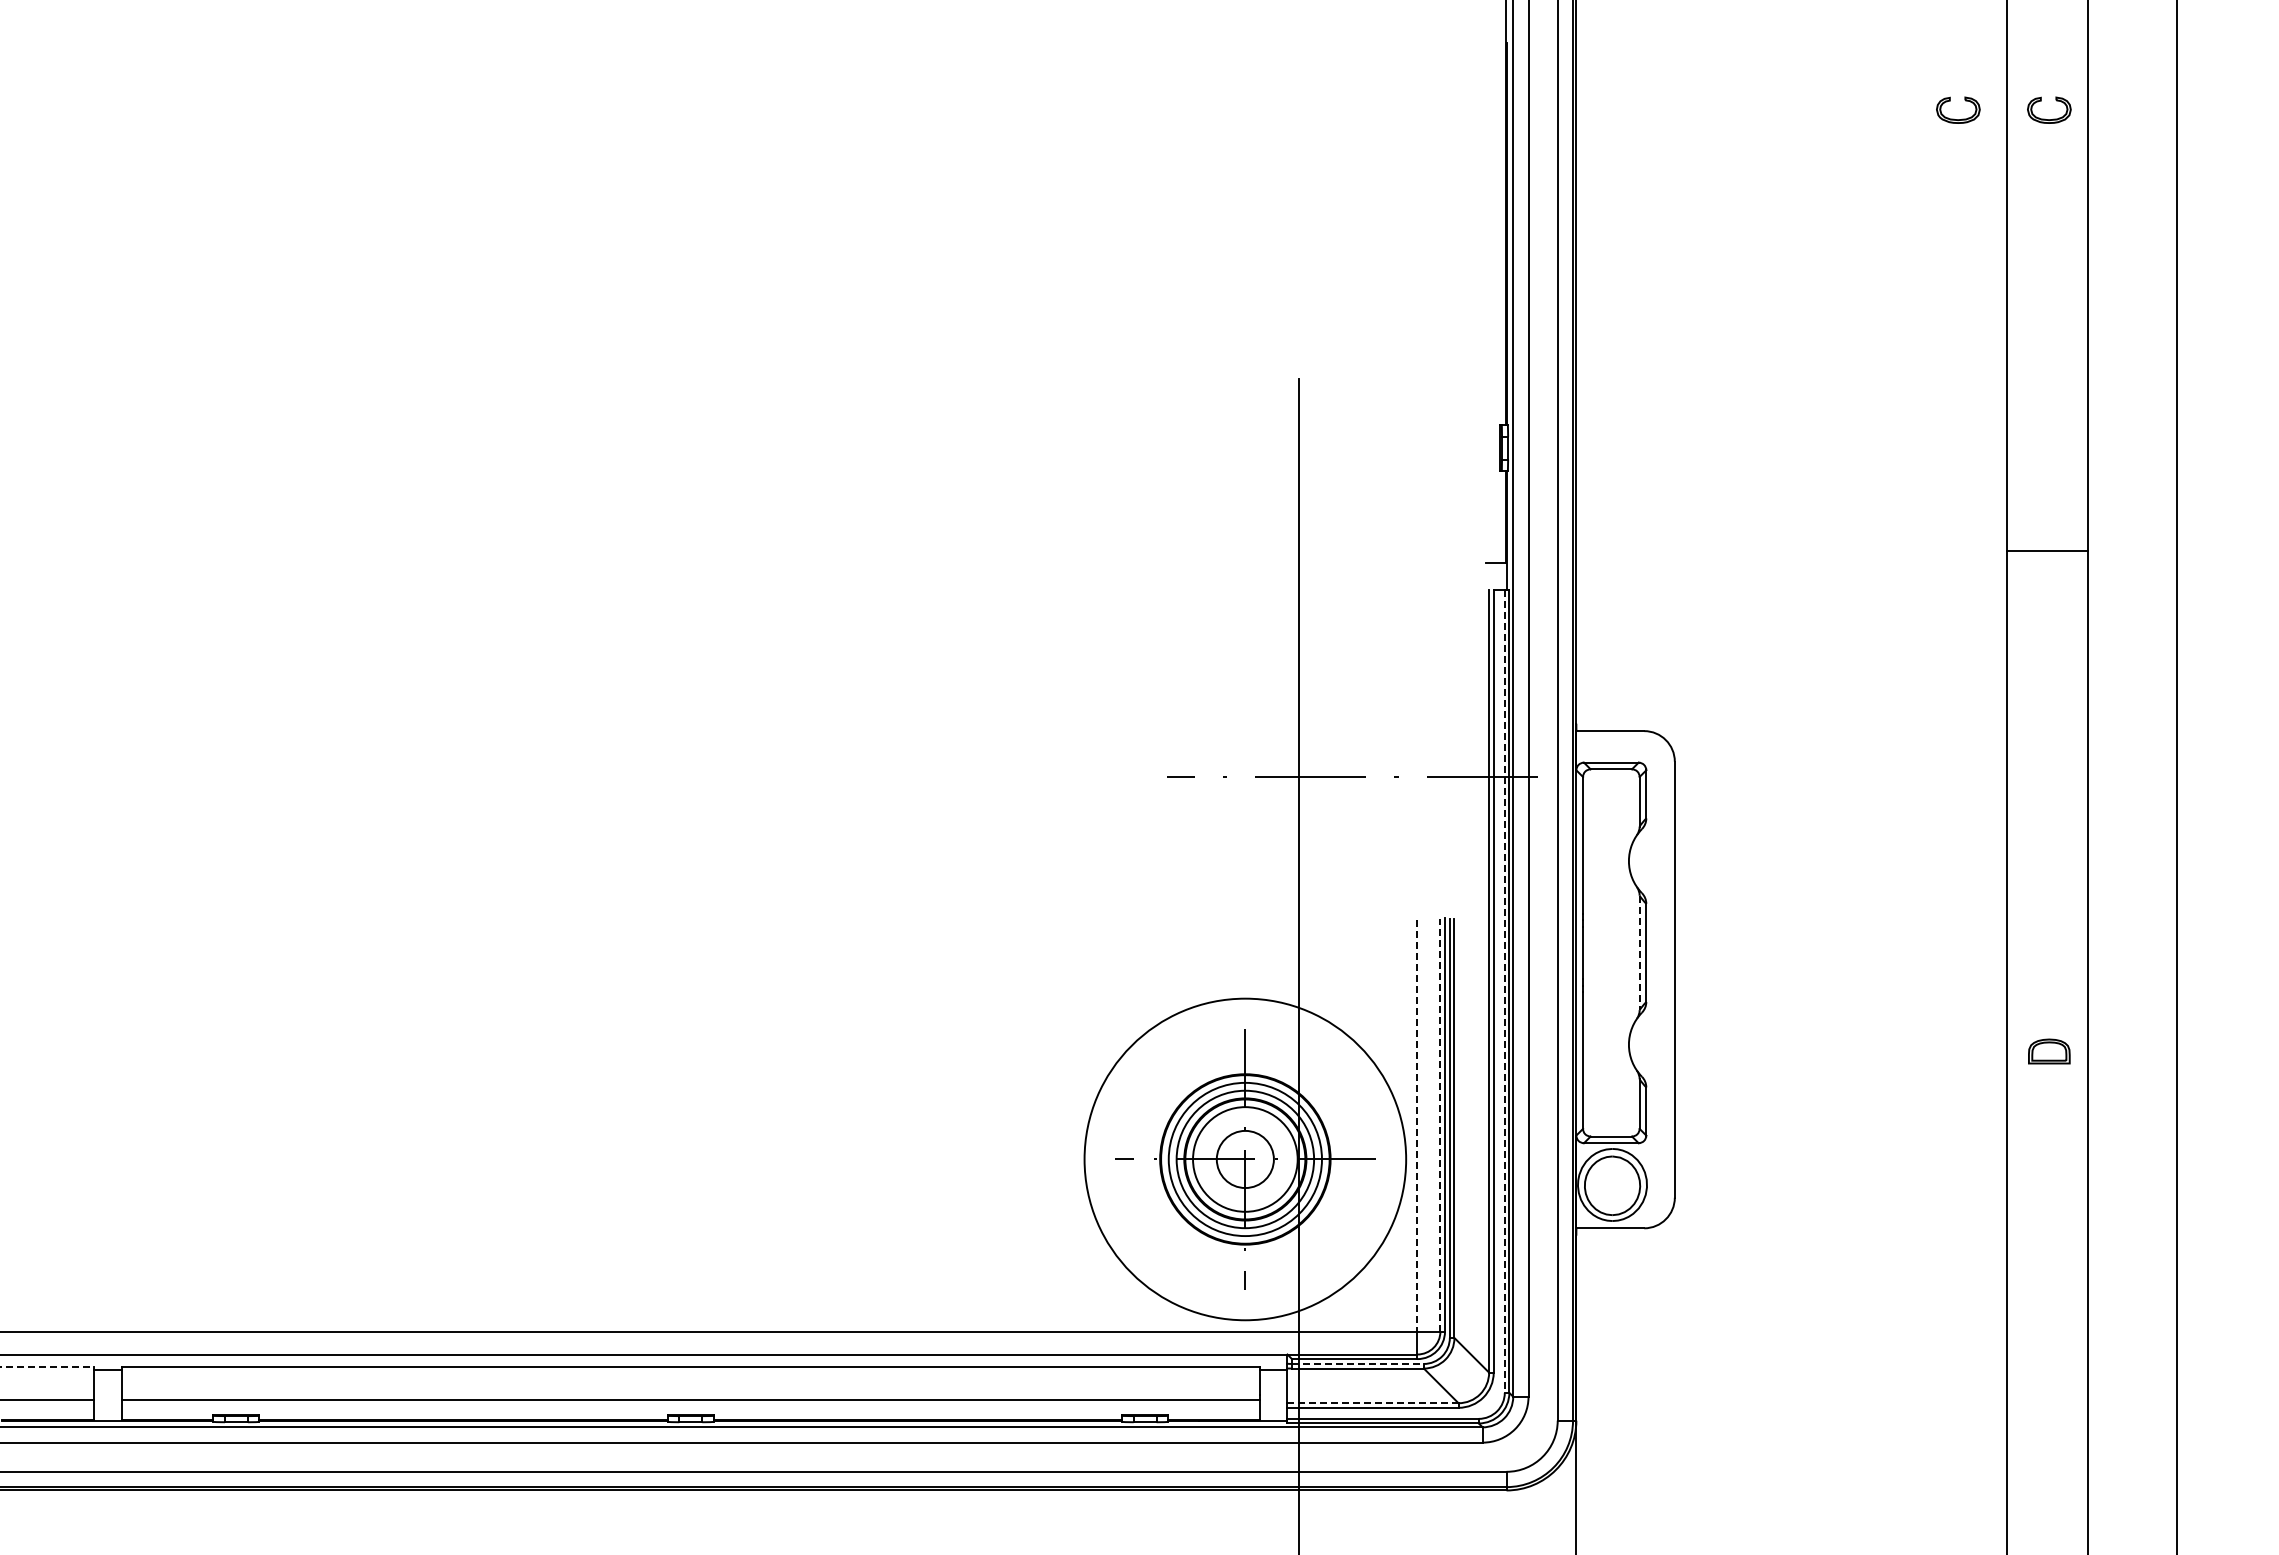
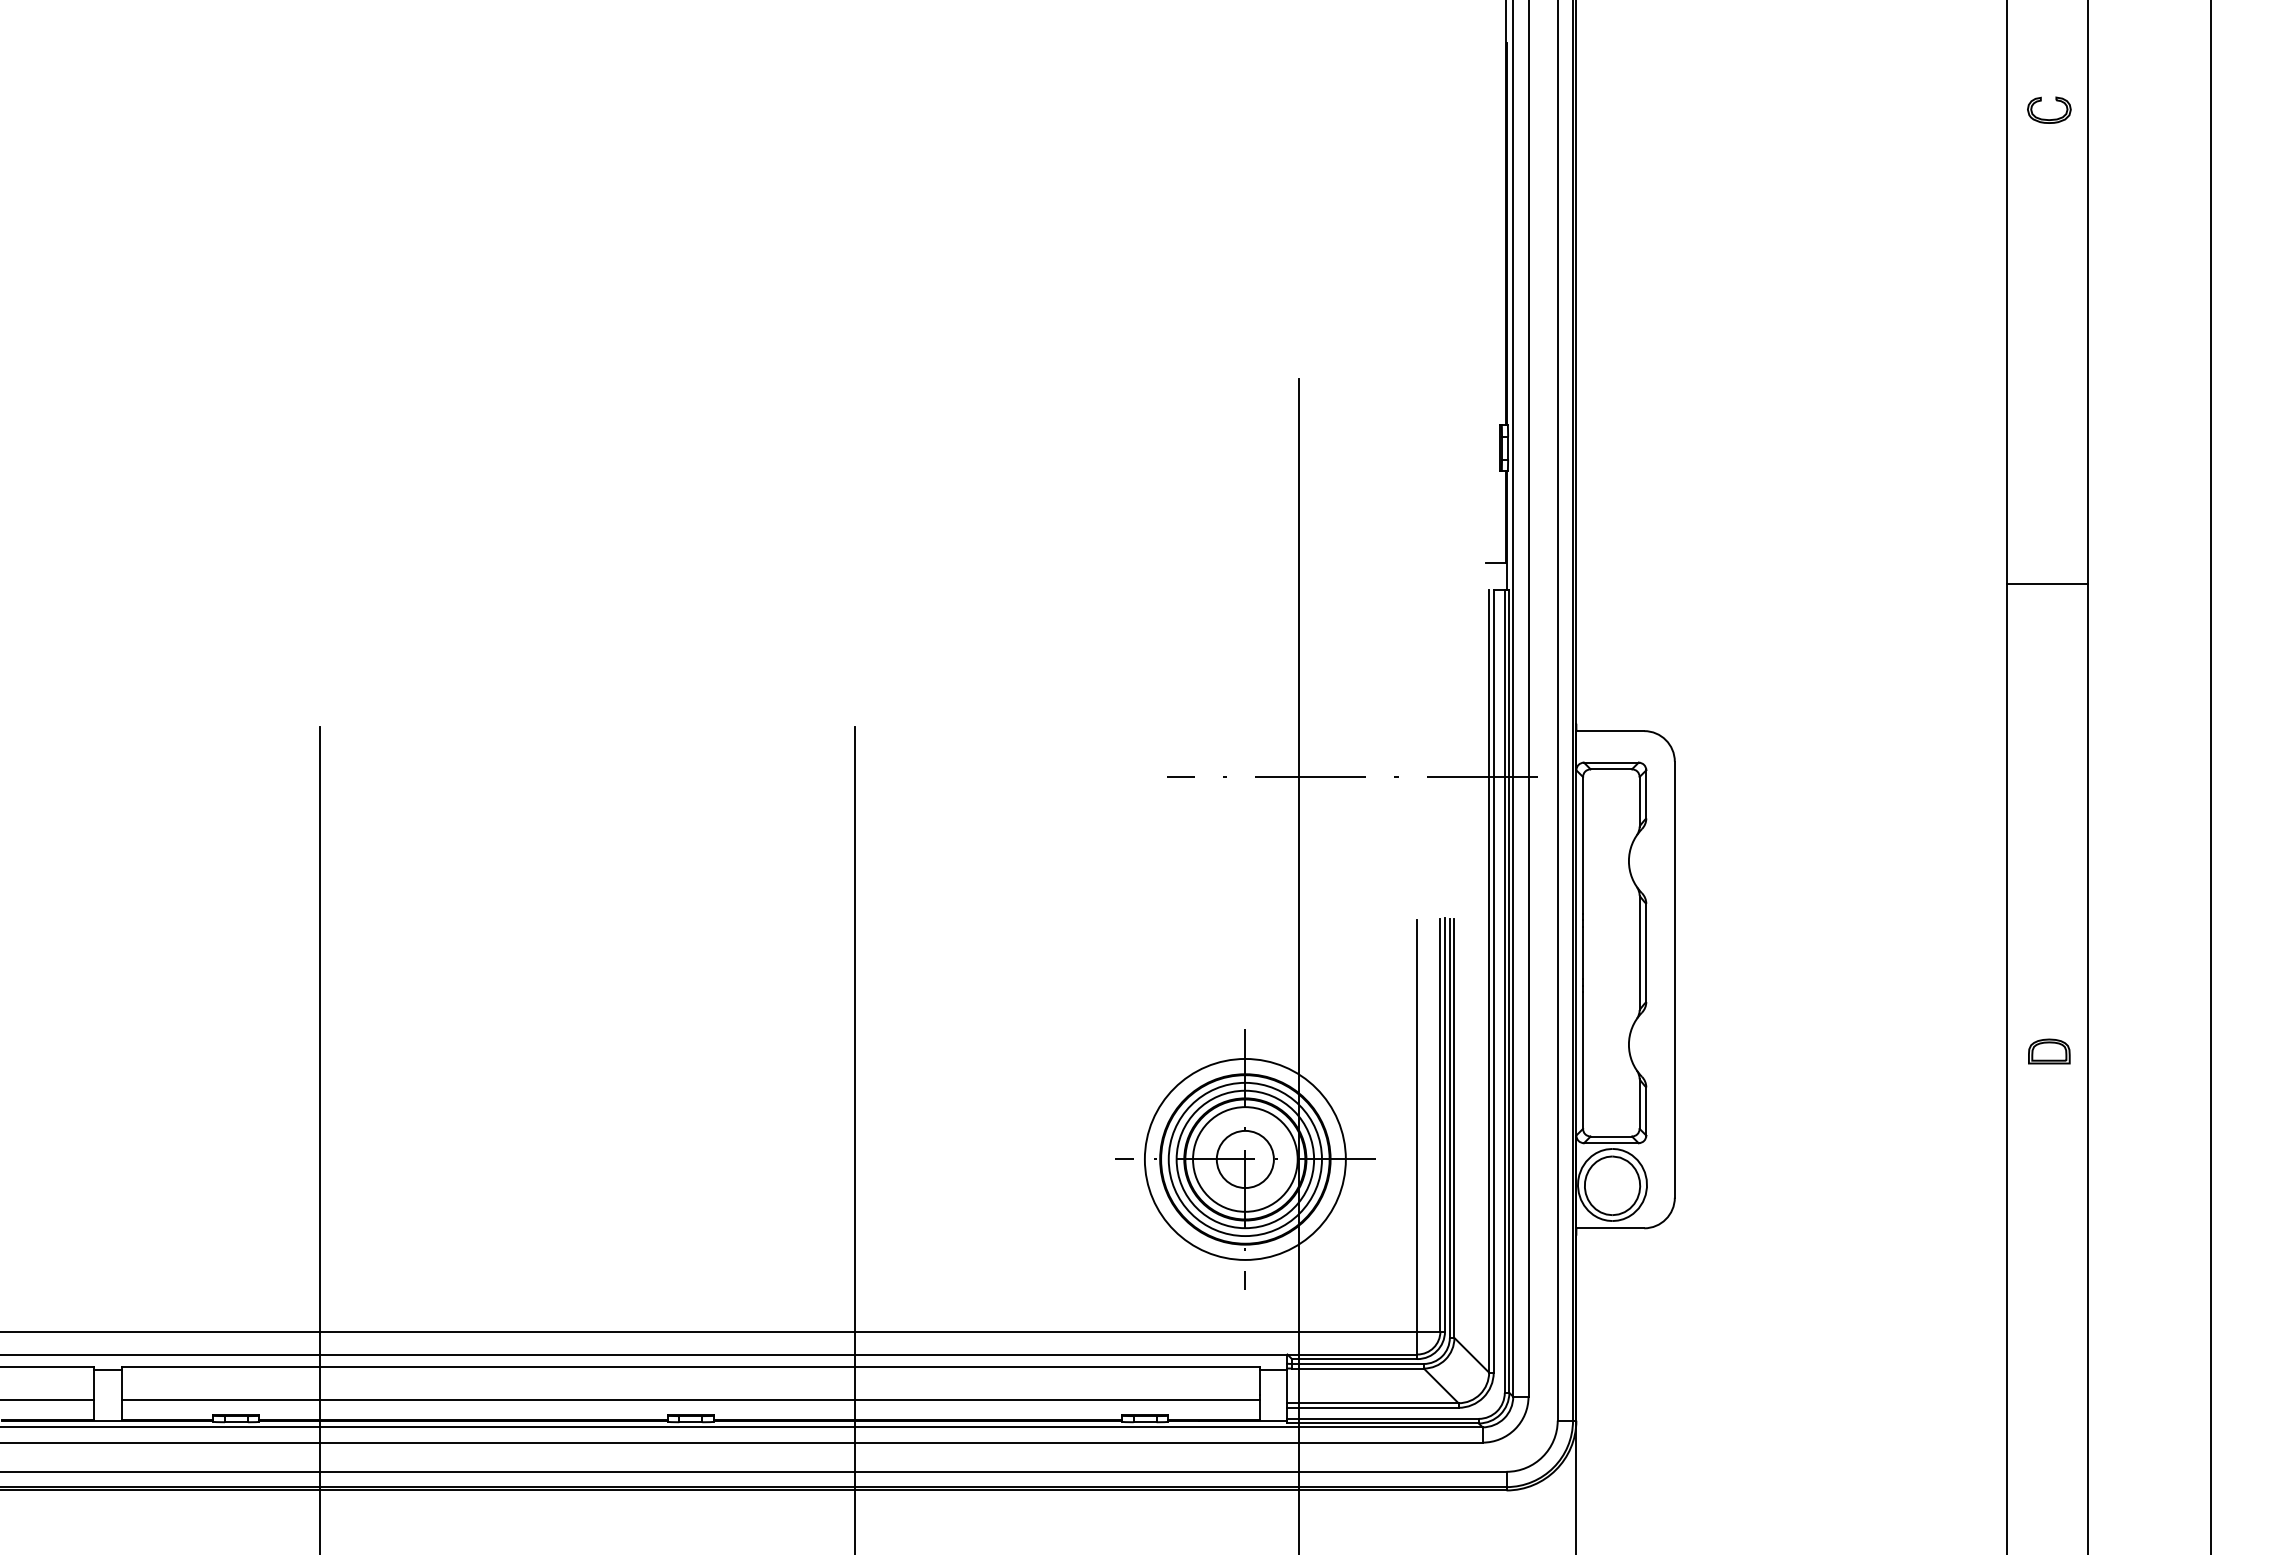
part at (1954, 118): present -> none
line at (2047, 551) position: (2047, 551) -> (2047, 584)
line at (2176, 776) position: (2176, 776) -> (2210, 776)
line at (1639, 953): dashed -> solid
line at (1504, 992): dashed -> solid
line at (1440, 1124): dashed -> solid
line at (1417, 1125): dashed -> solid
line at (319, 1139): none -> present
line at (855, 1139): none -> present
circle at (1245, 1159) diameter: 322 px -> 201 px
line at (1357, 1363): dashed -> solid
line at (47, 1366): dashed -> solid
line at (1372, 1403): dashed -> solid
